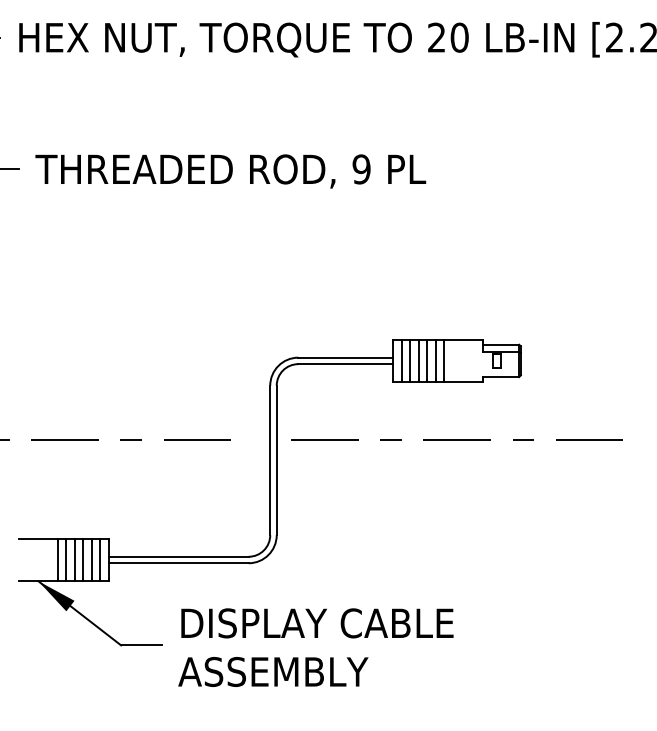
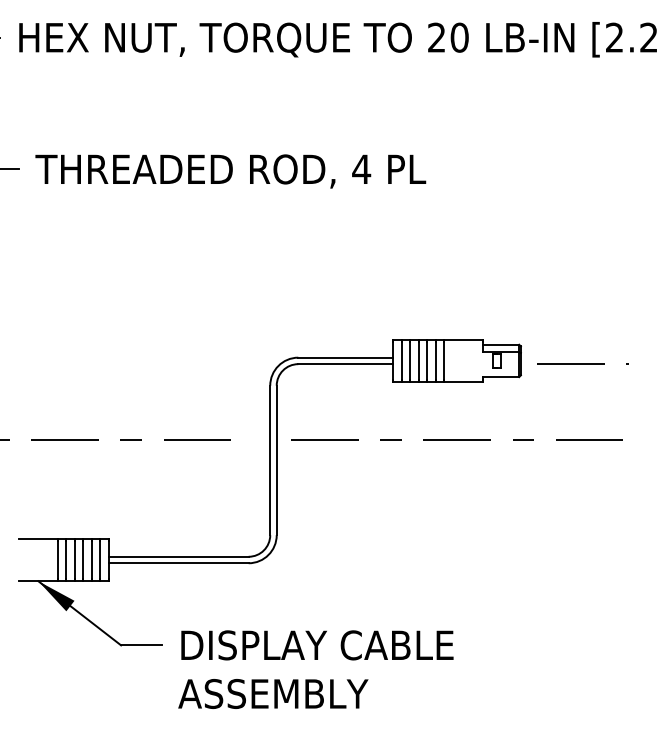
text at (361, 169): 9 -> 4
line at (582, 363): none -> present
text at (315, 647) position: (315, 647) -> (315, 669)
